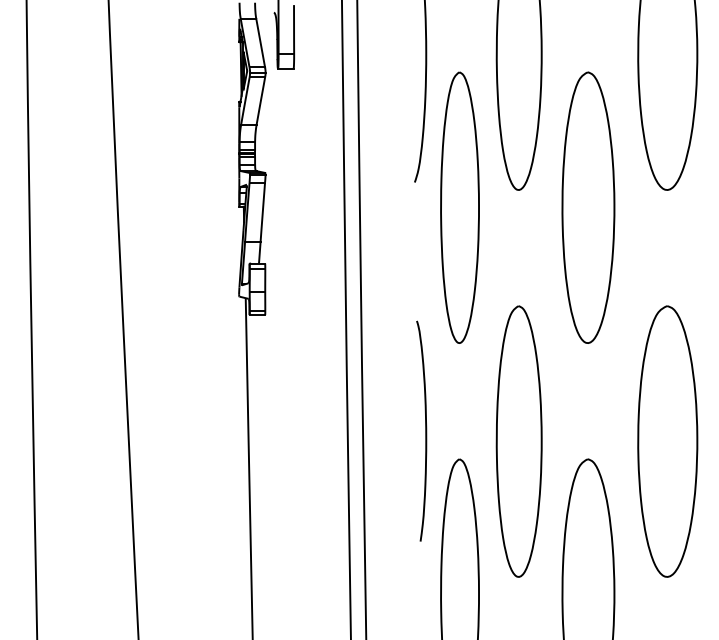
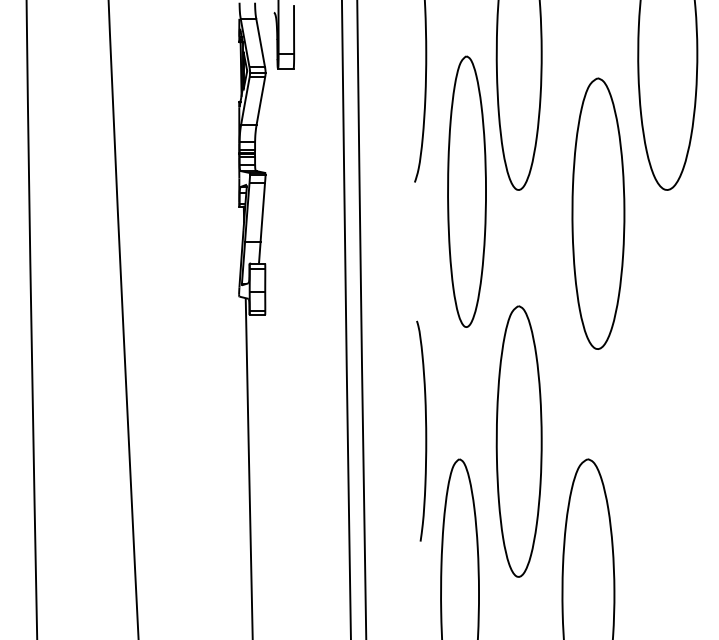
part at (459, 207) position: (459, 207) -> (466, 191)
part at (588, 207) position: (588, 207) -> (598, 213)
part at (667, 441): present -> none
